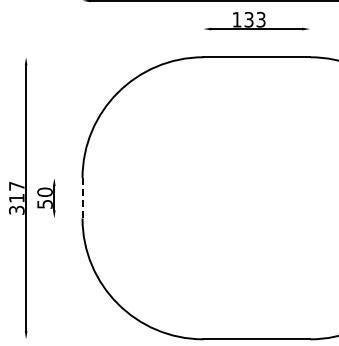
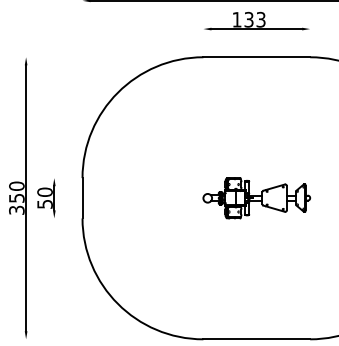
text at (16, 191): 317 -> 350
line at (82, 198): dashed -> solid
part at (256, 198): none -> present
